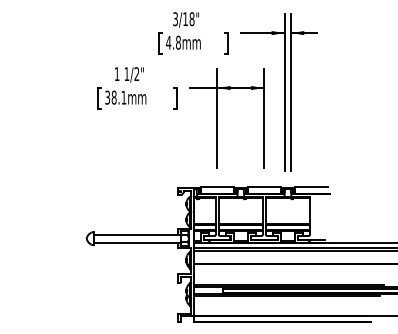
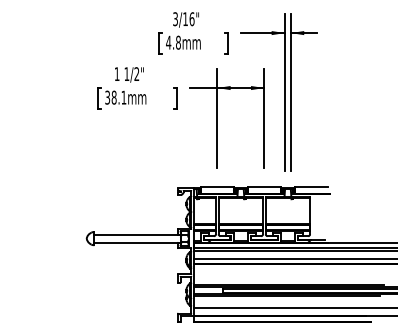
text at (191, 18): 3/18" -> 3/16"
line at (293, 259): none -> present
line at (293, 308): none -> present
